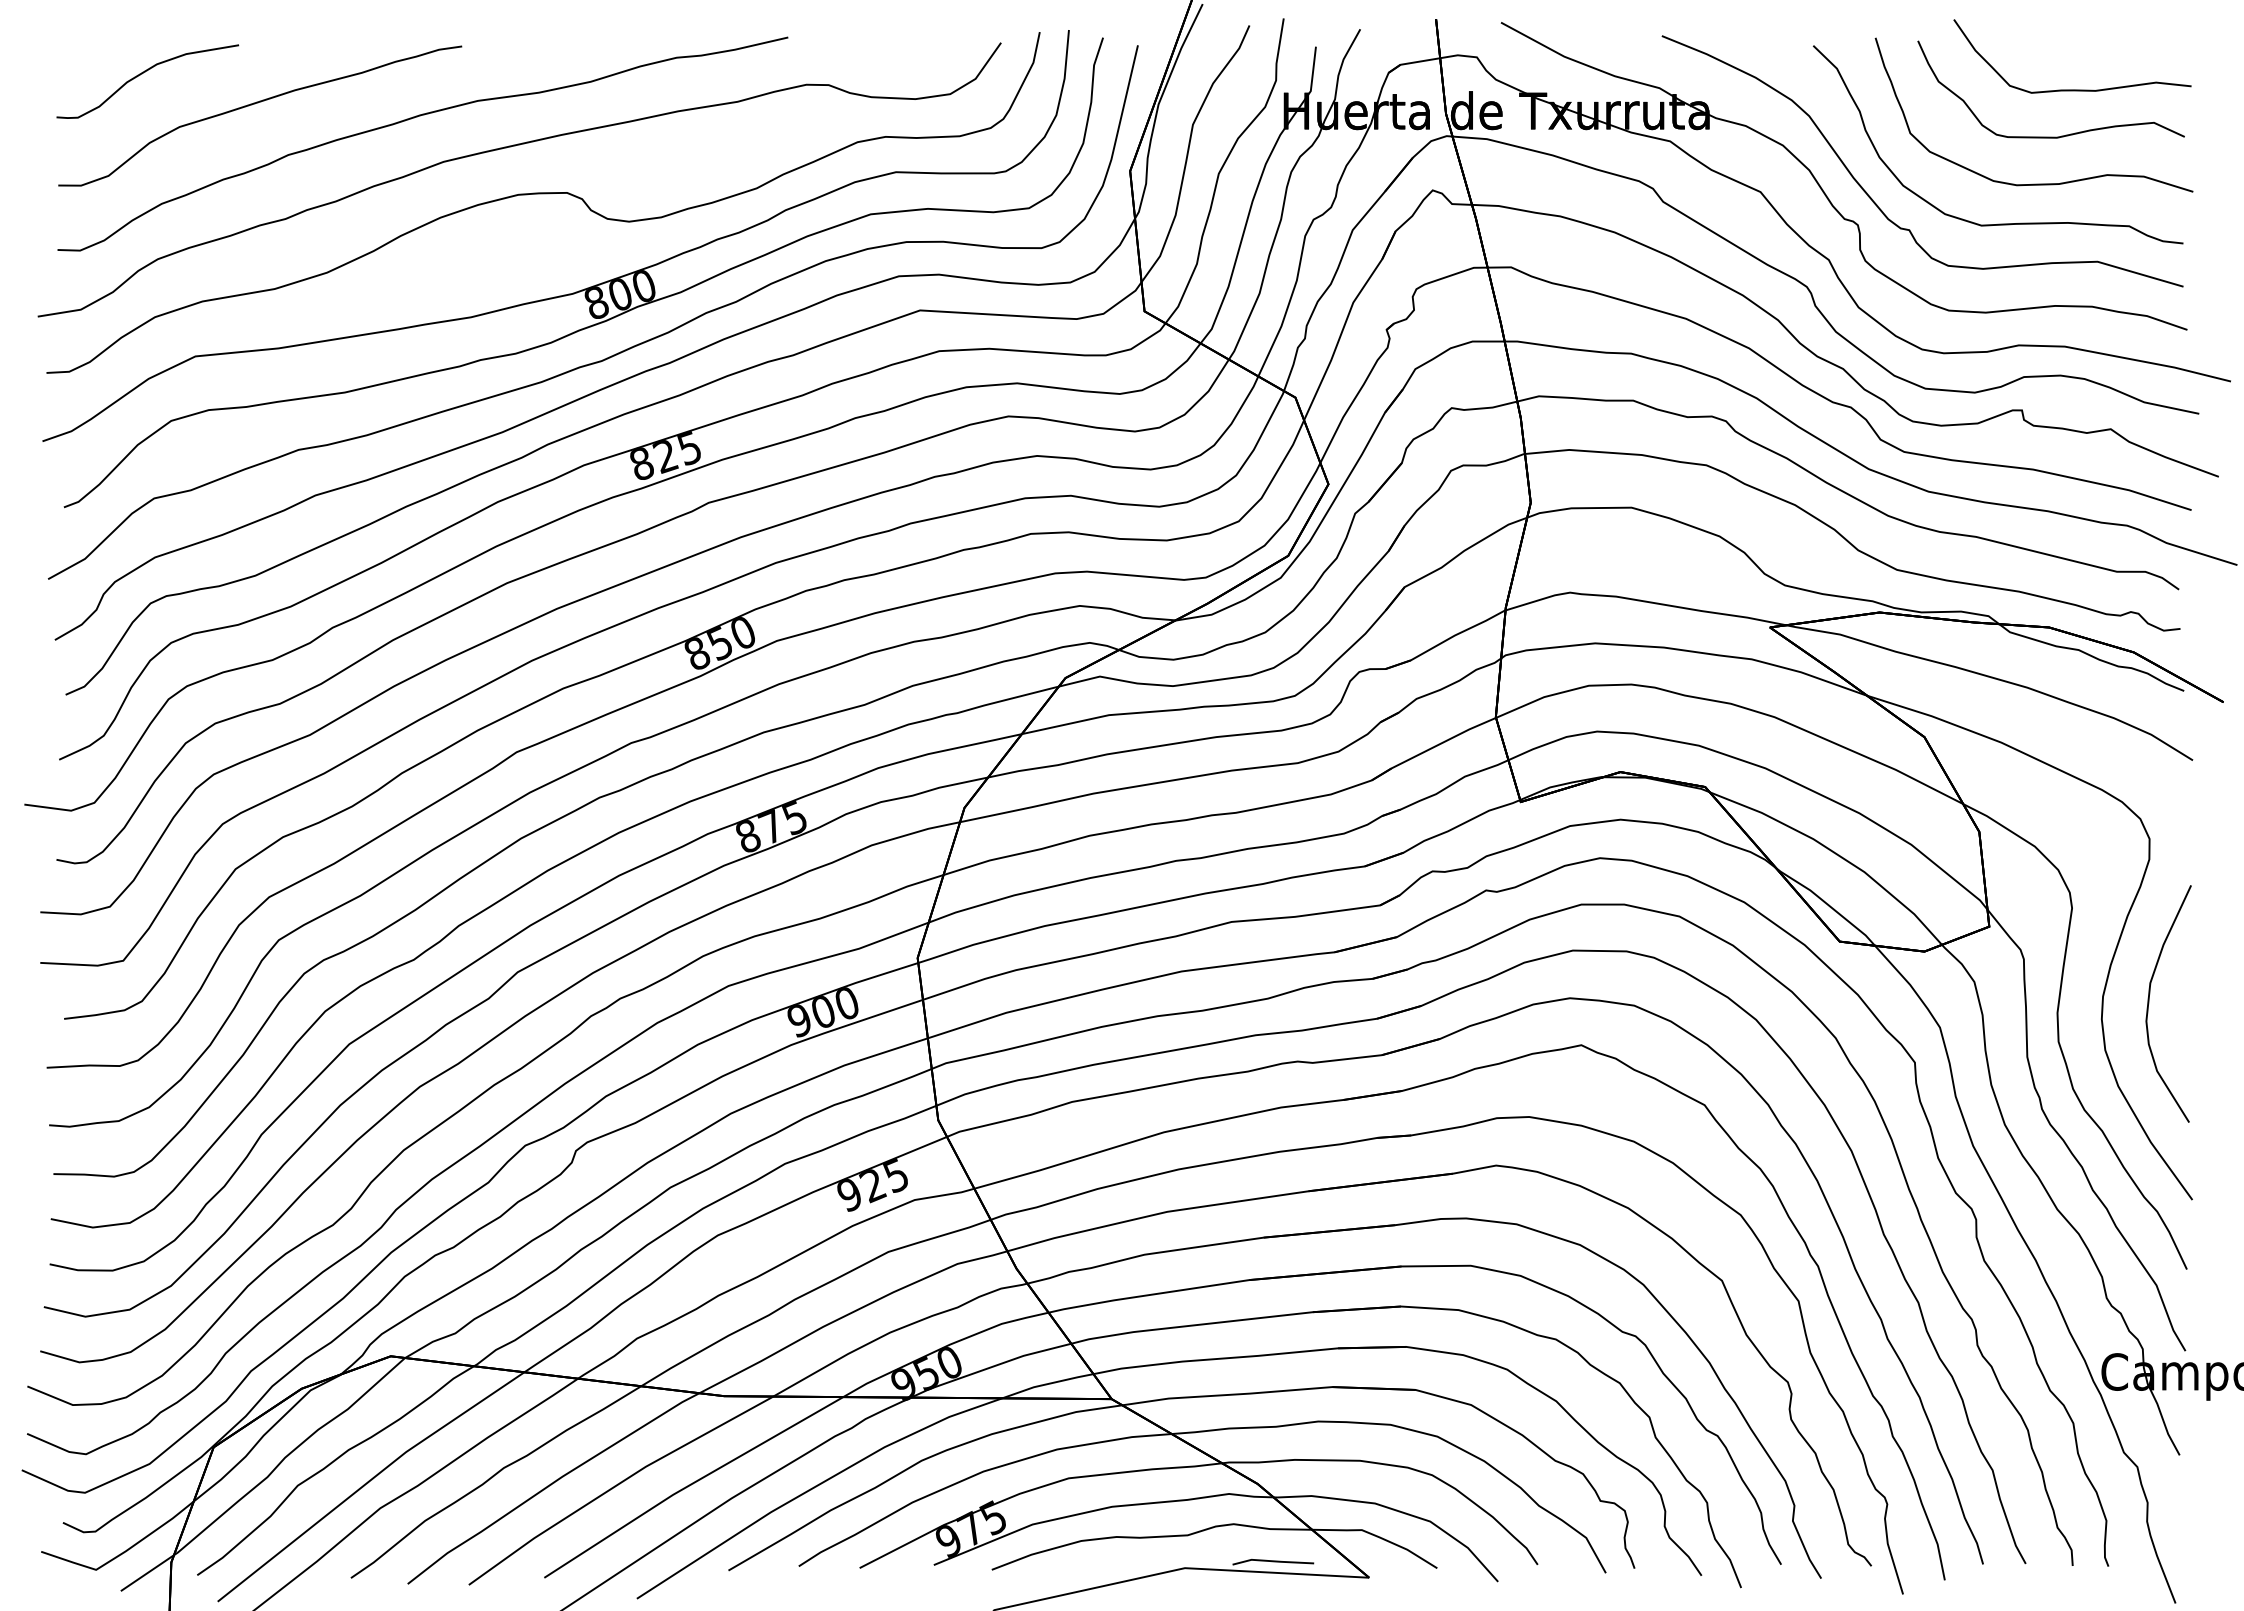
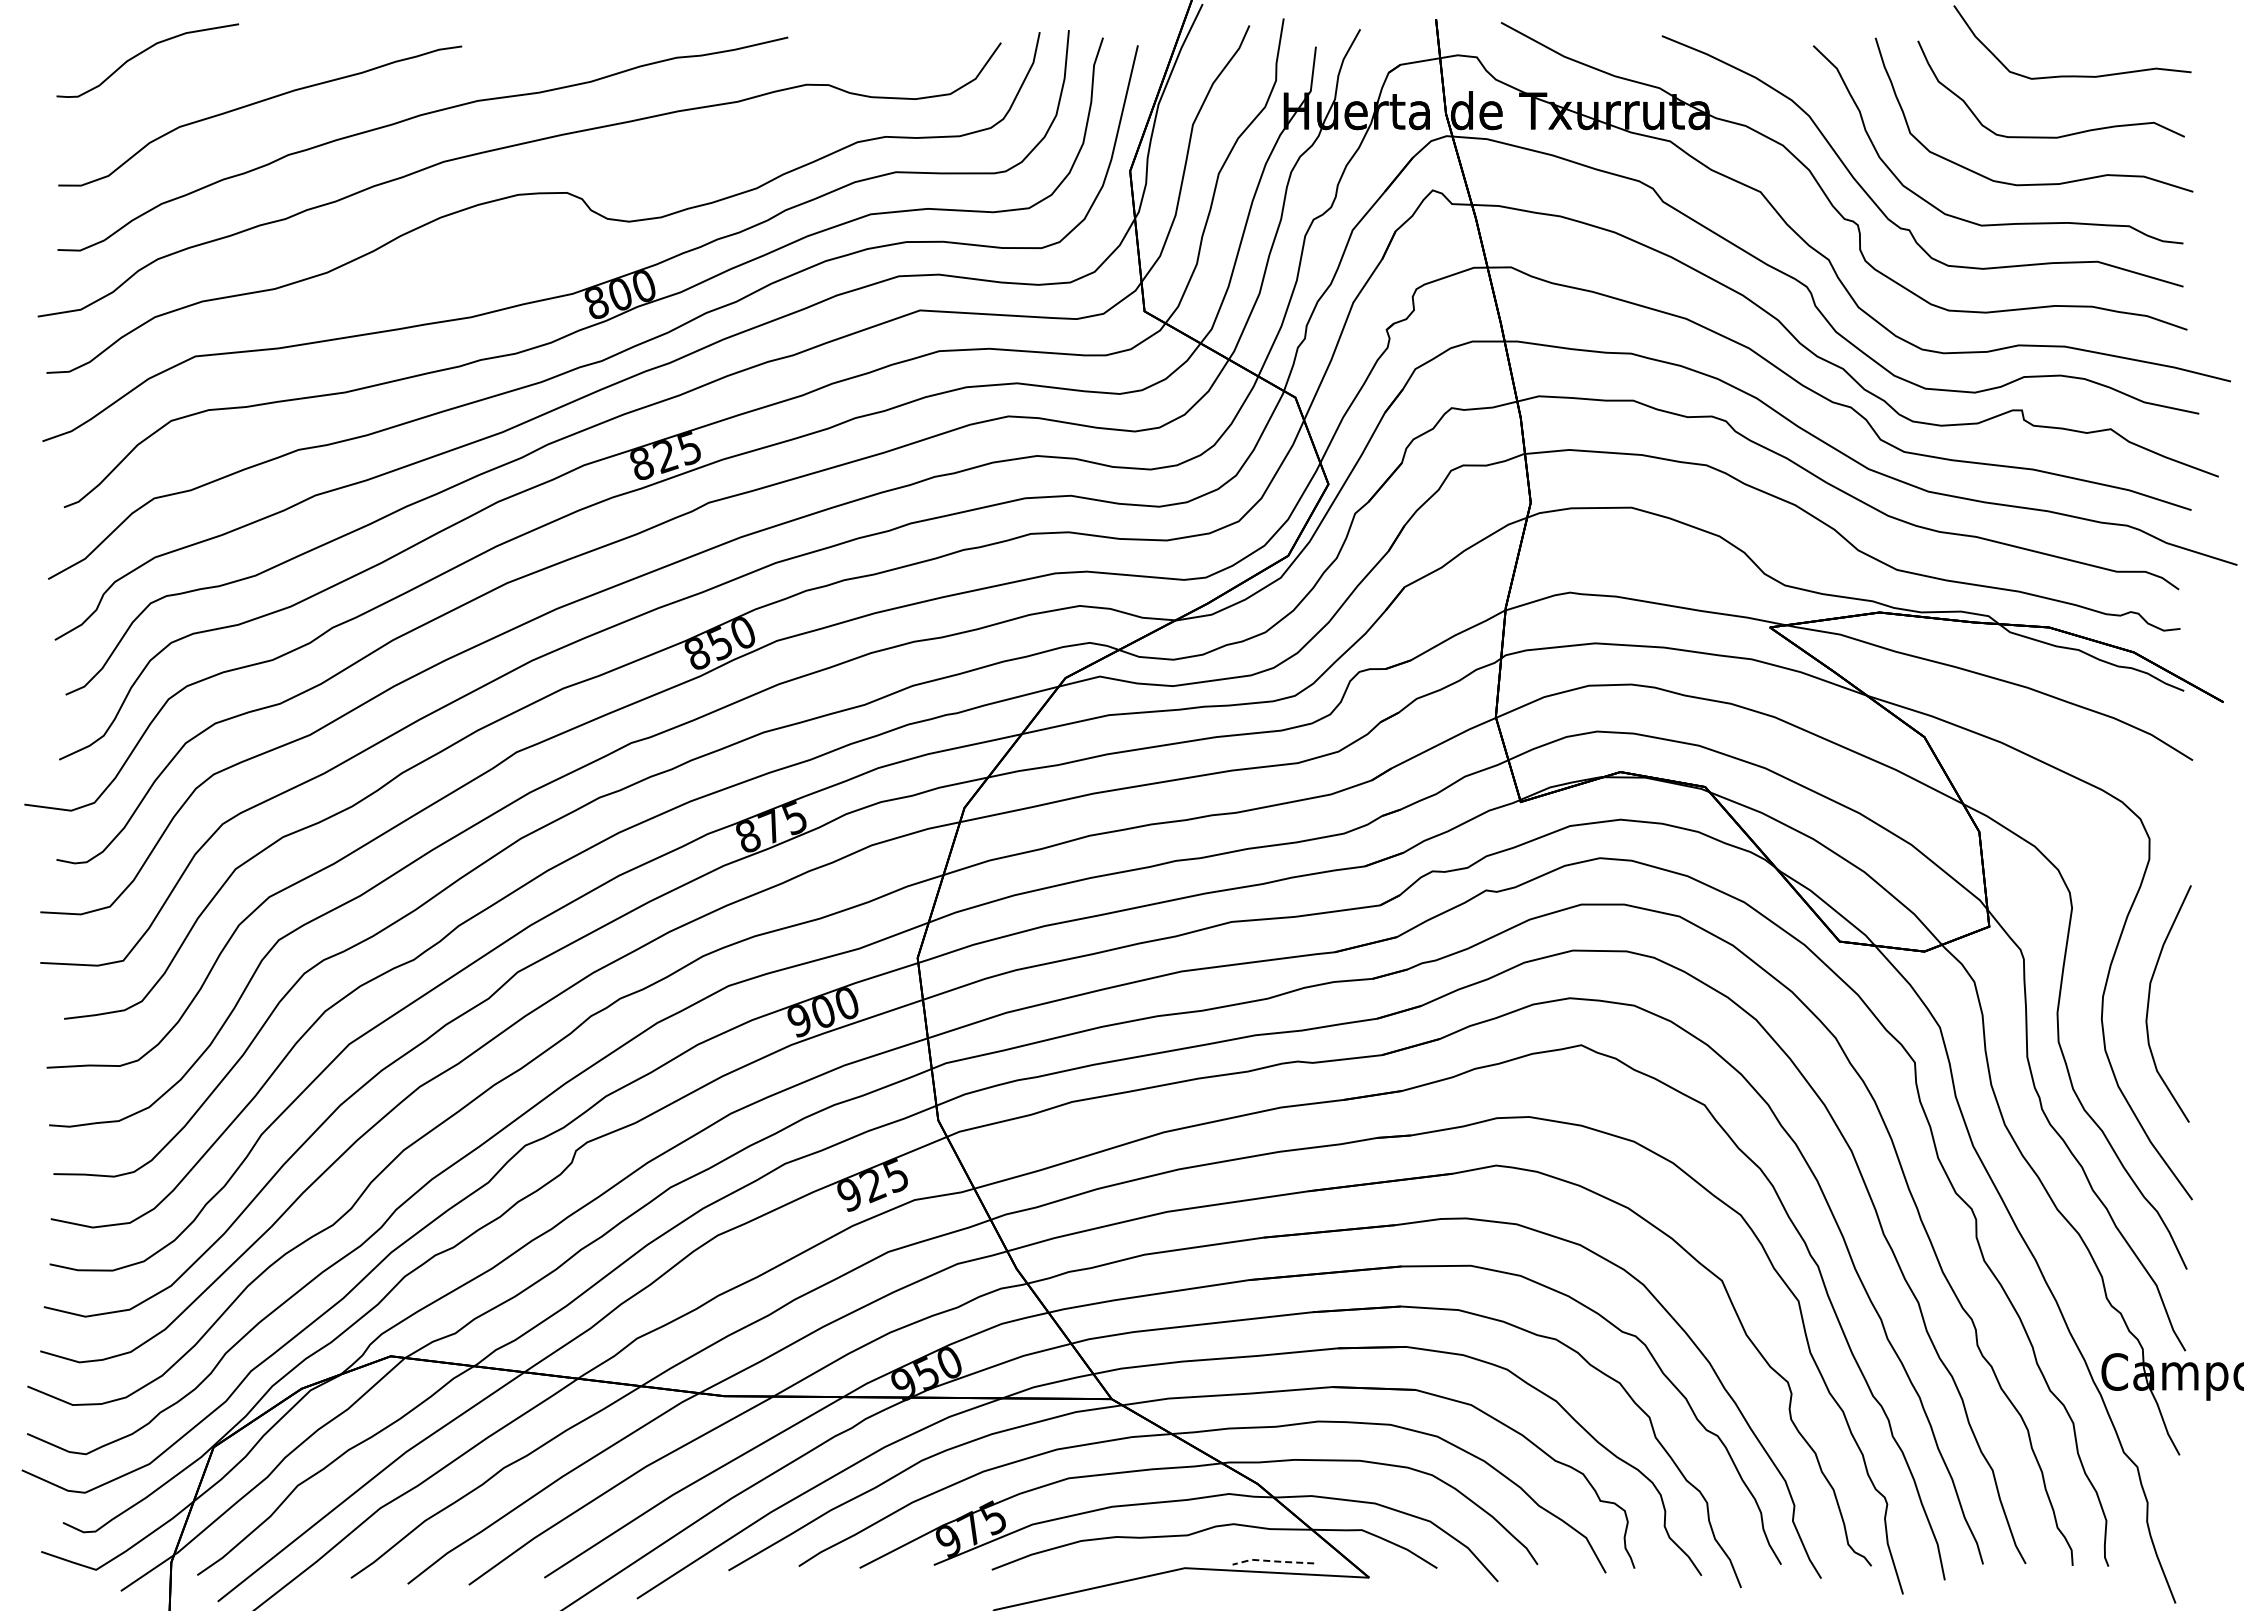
curve at (142, 74) position: (142, 74) -> (142, 53)
curve at (2072, 89) position: (2072, 89) -> (2072, 75)
line at (1273, 1561): solid -> dashed
